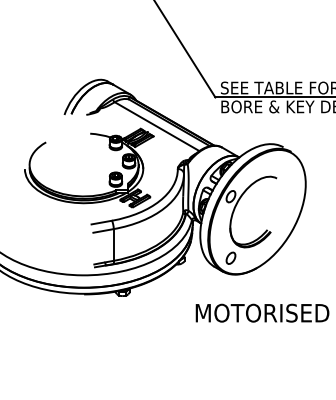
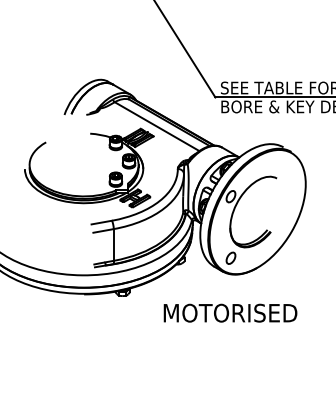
text at (262, 312) position: (262, 312) -> (230, 312)
